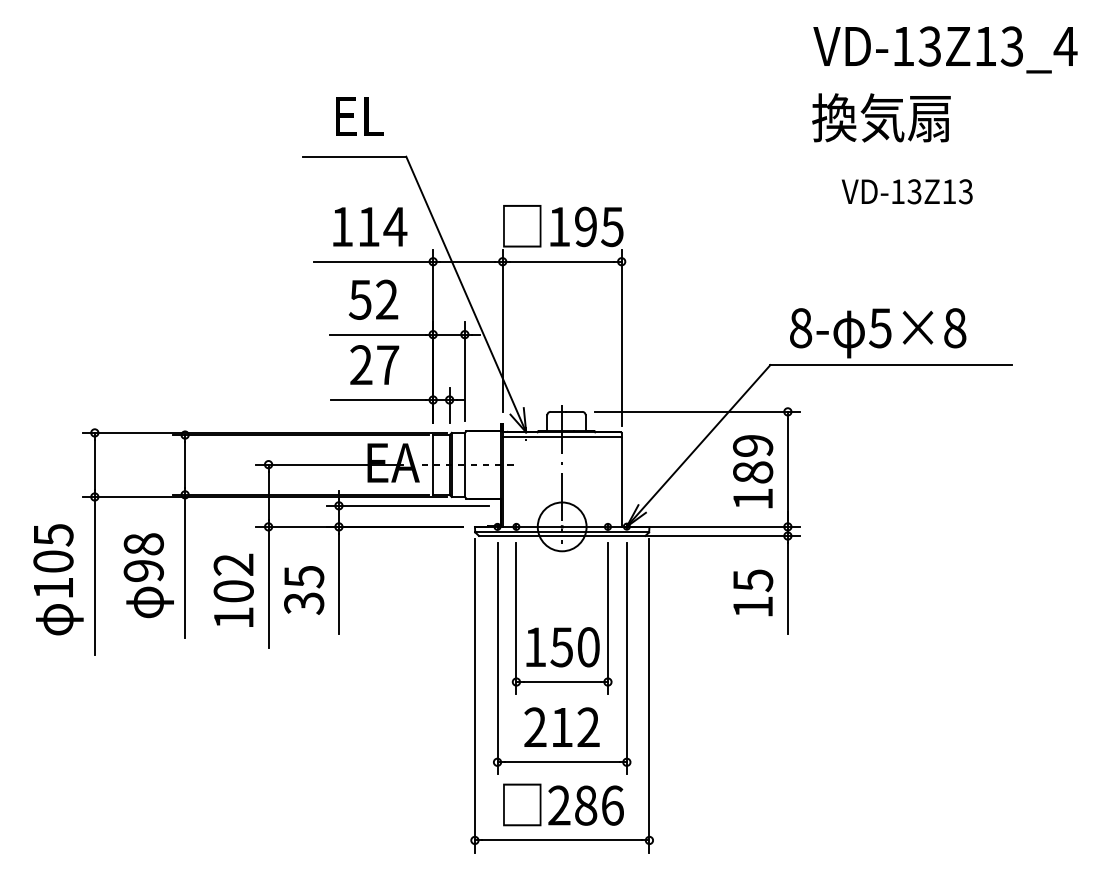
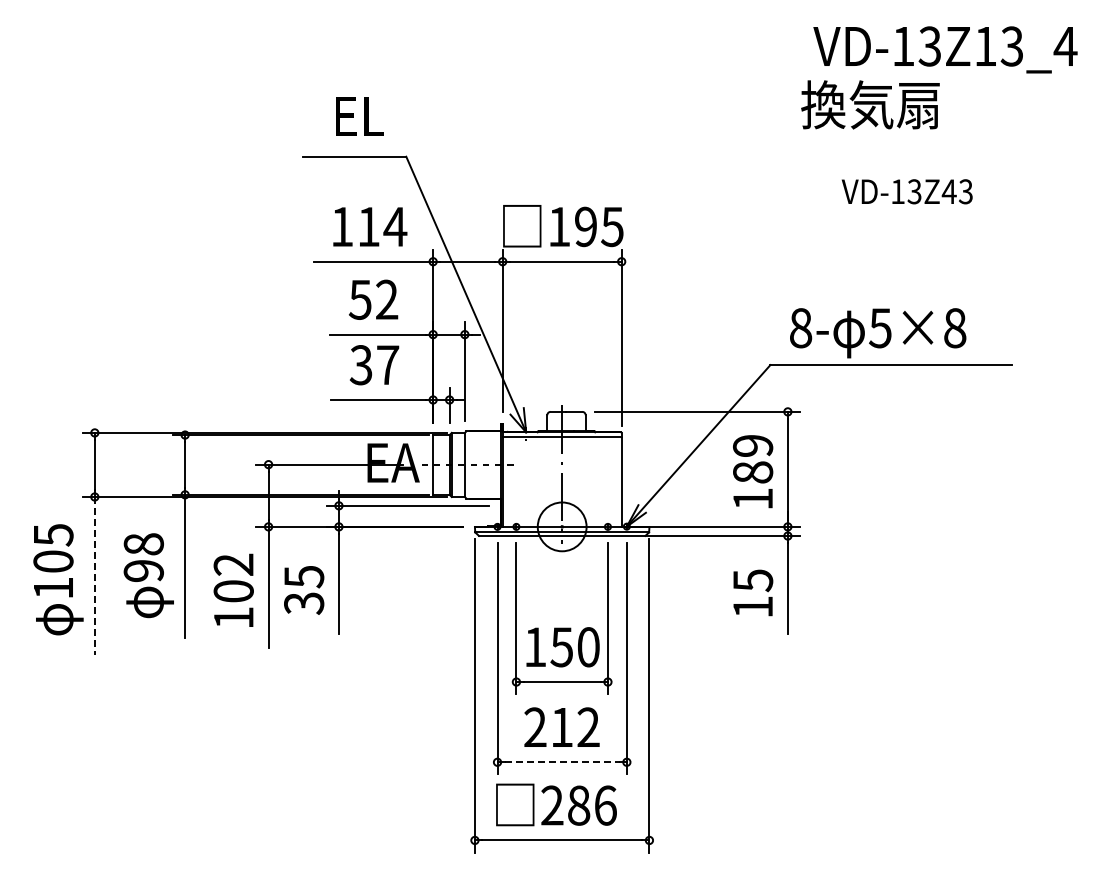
text at (881, 117) position: (881, 117) -> (870, 104)
text at (948, 191): VD-13Z13 -> VD-13Z43
text at (360, 365): 27 -> 37
line at (94, 576): solid -> dashed
line at (562, 762): solid -> dashed
text at (563, 804) position: (563, 804) -> (556, 804)
